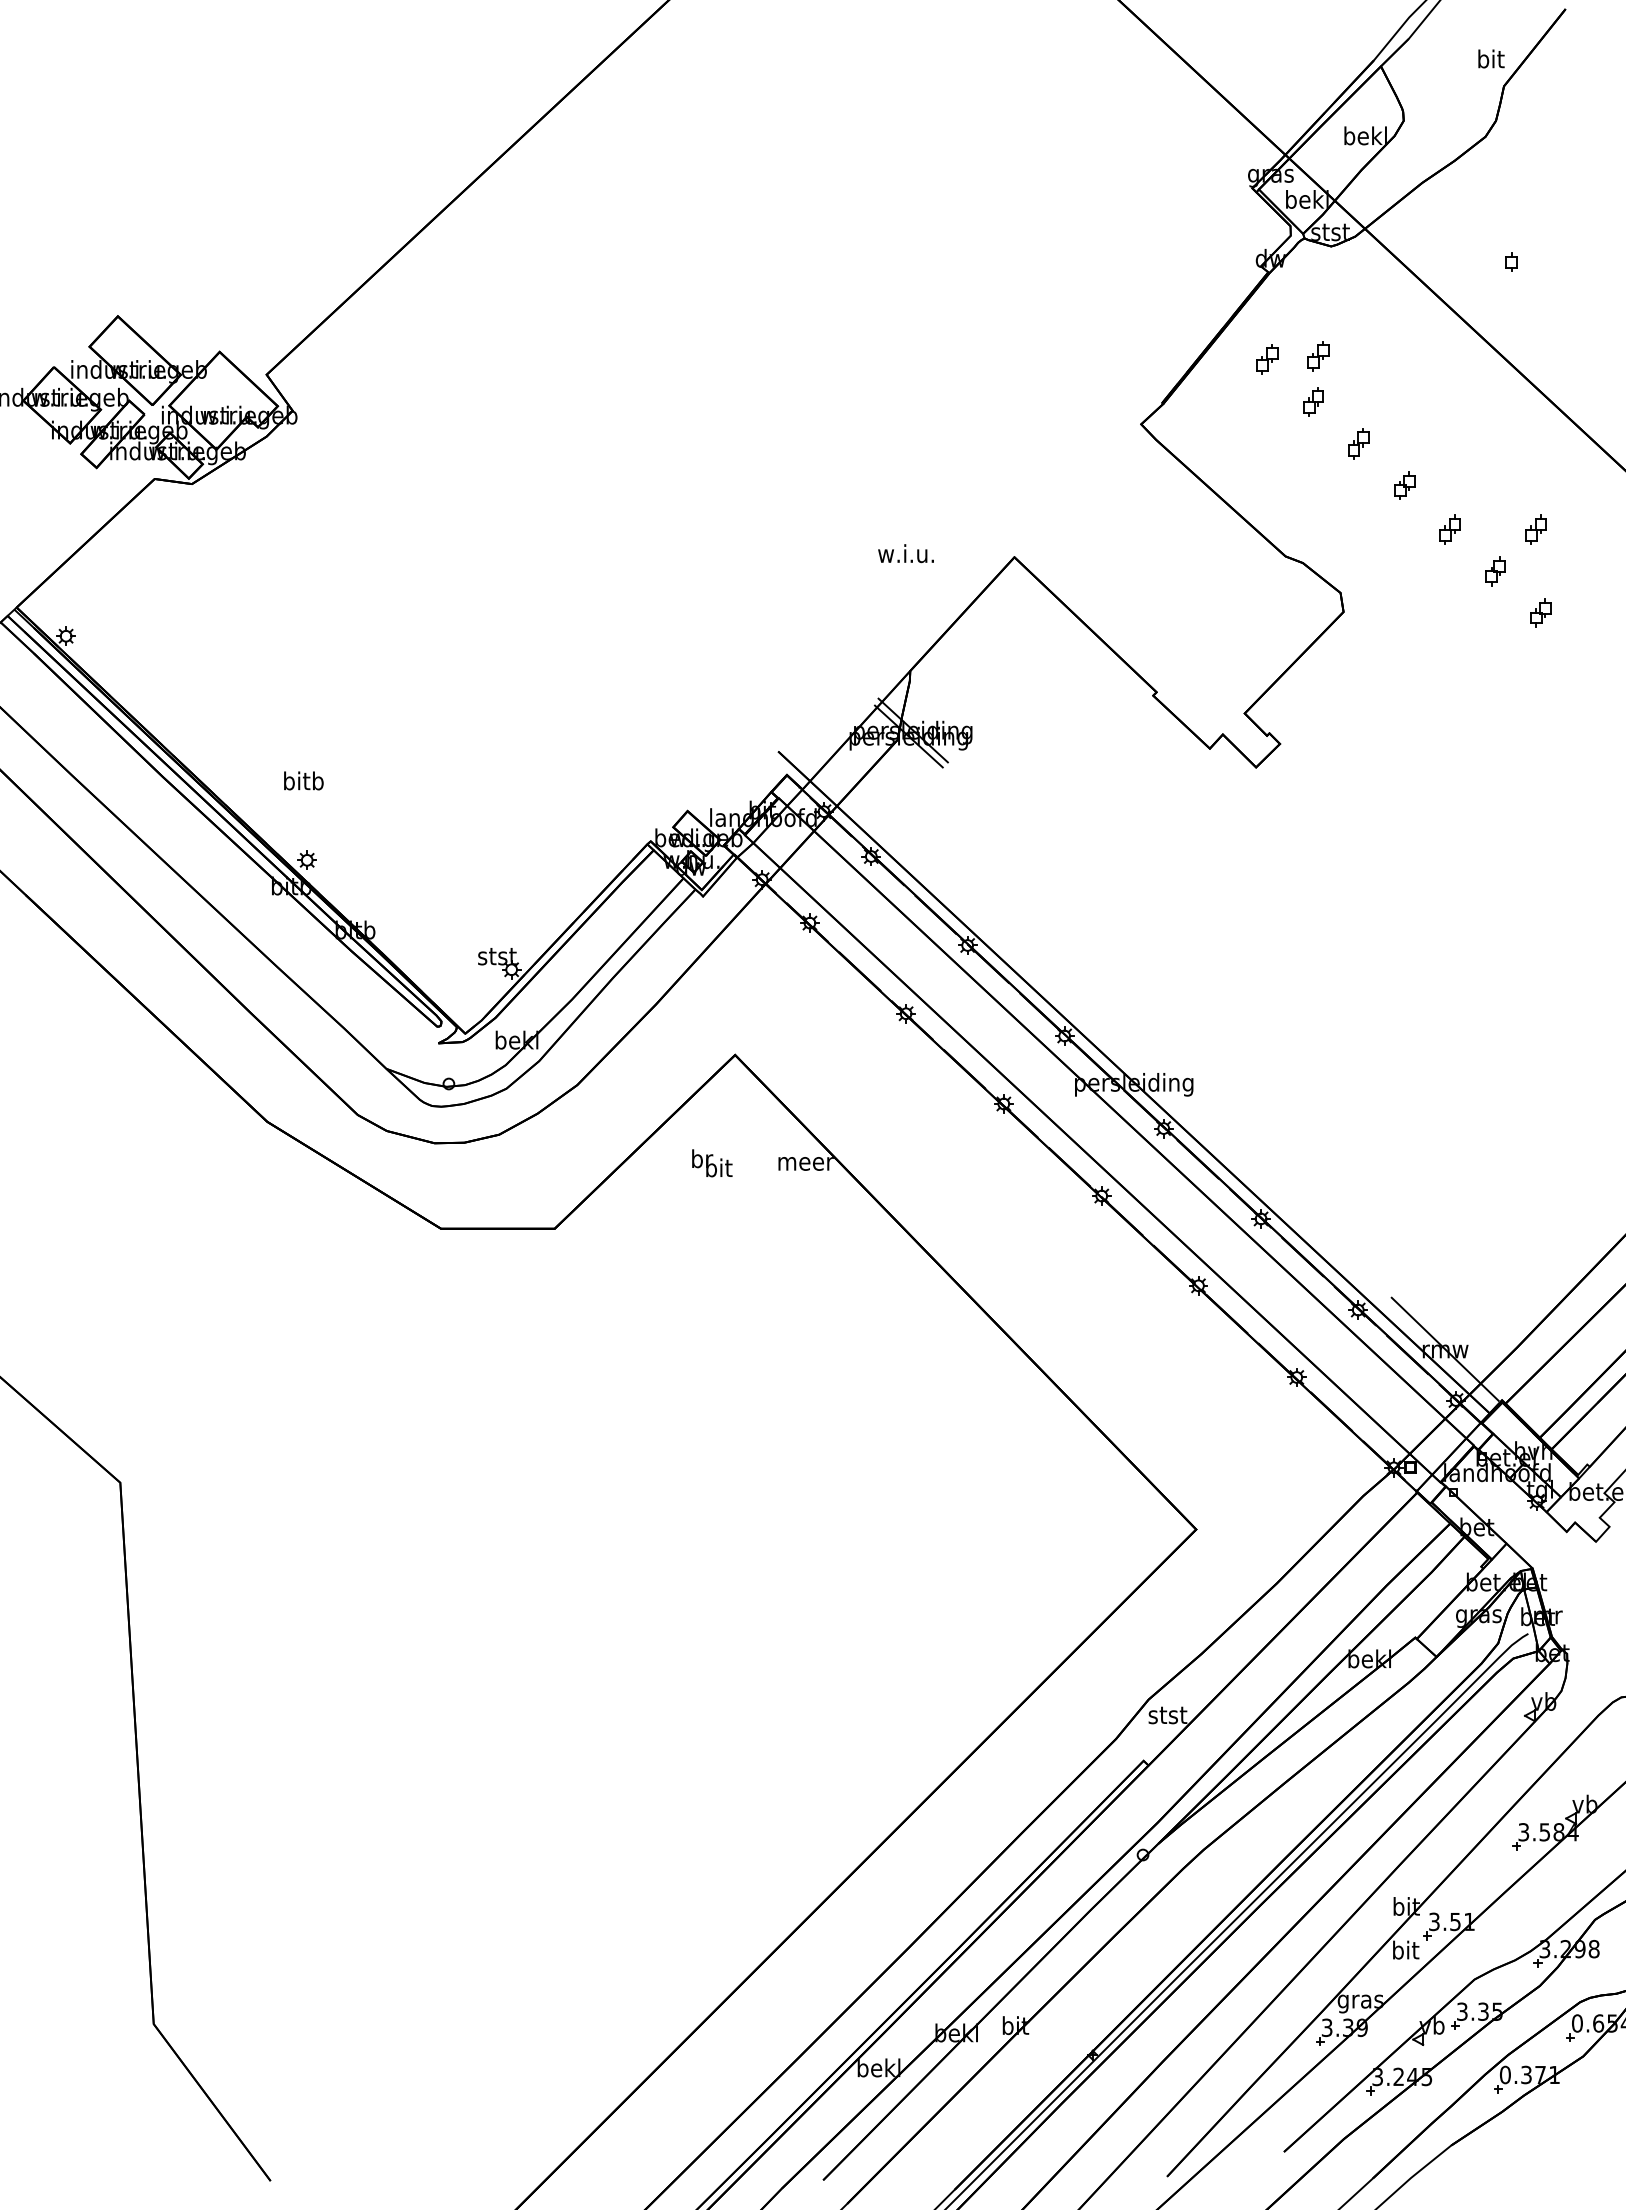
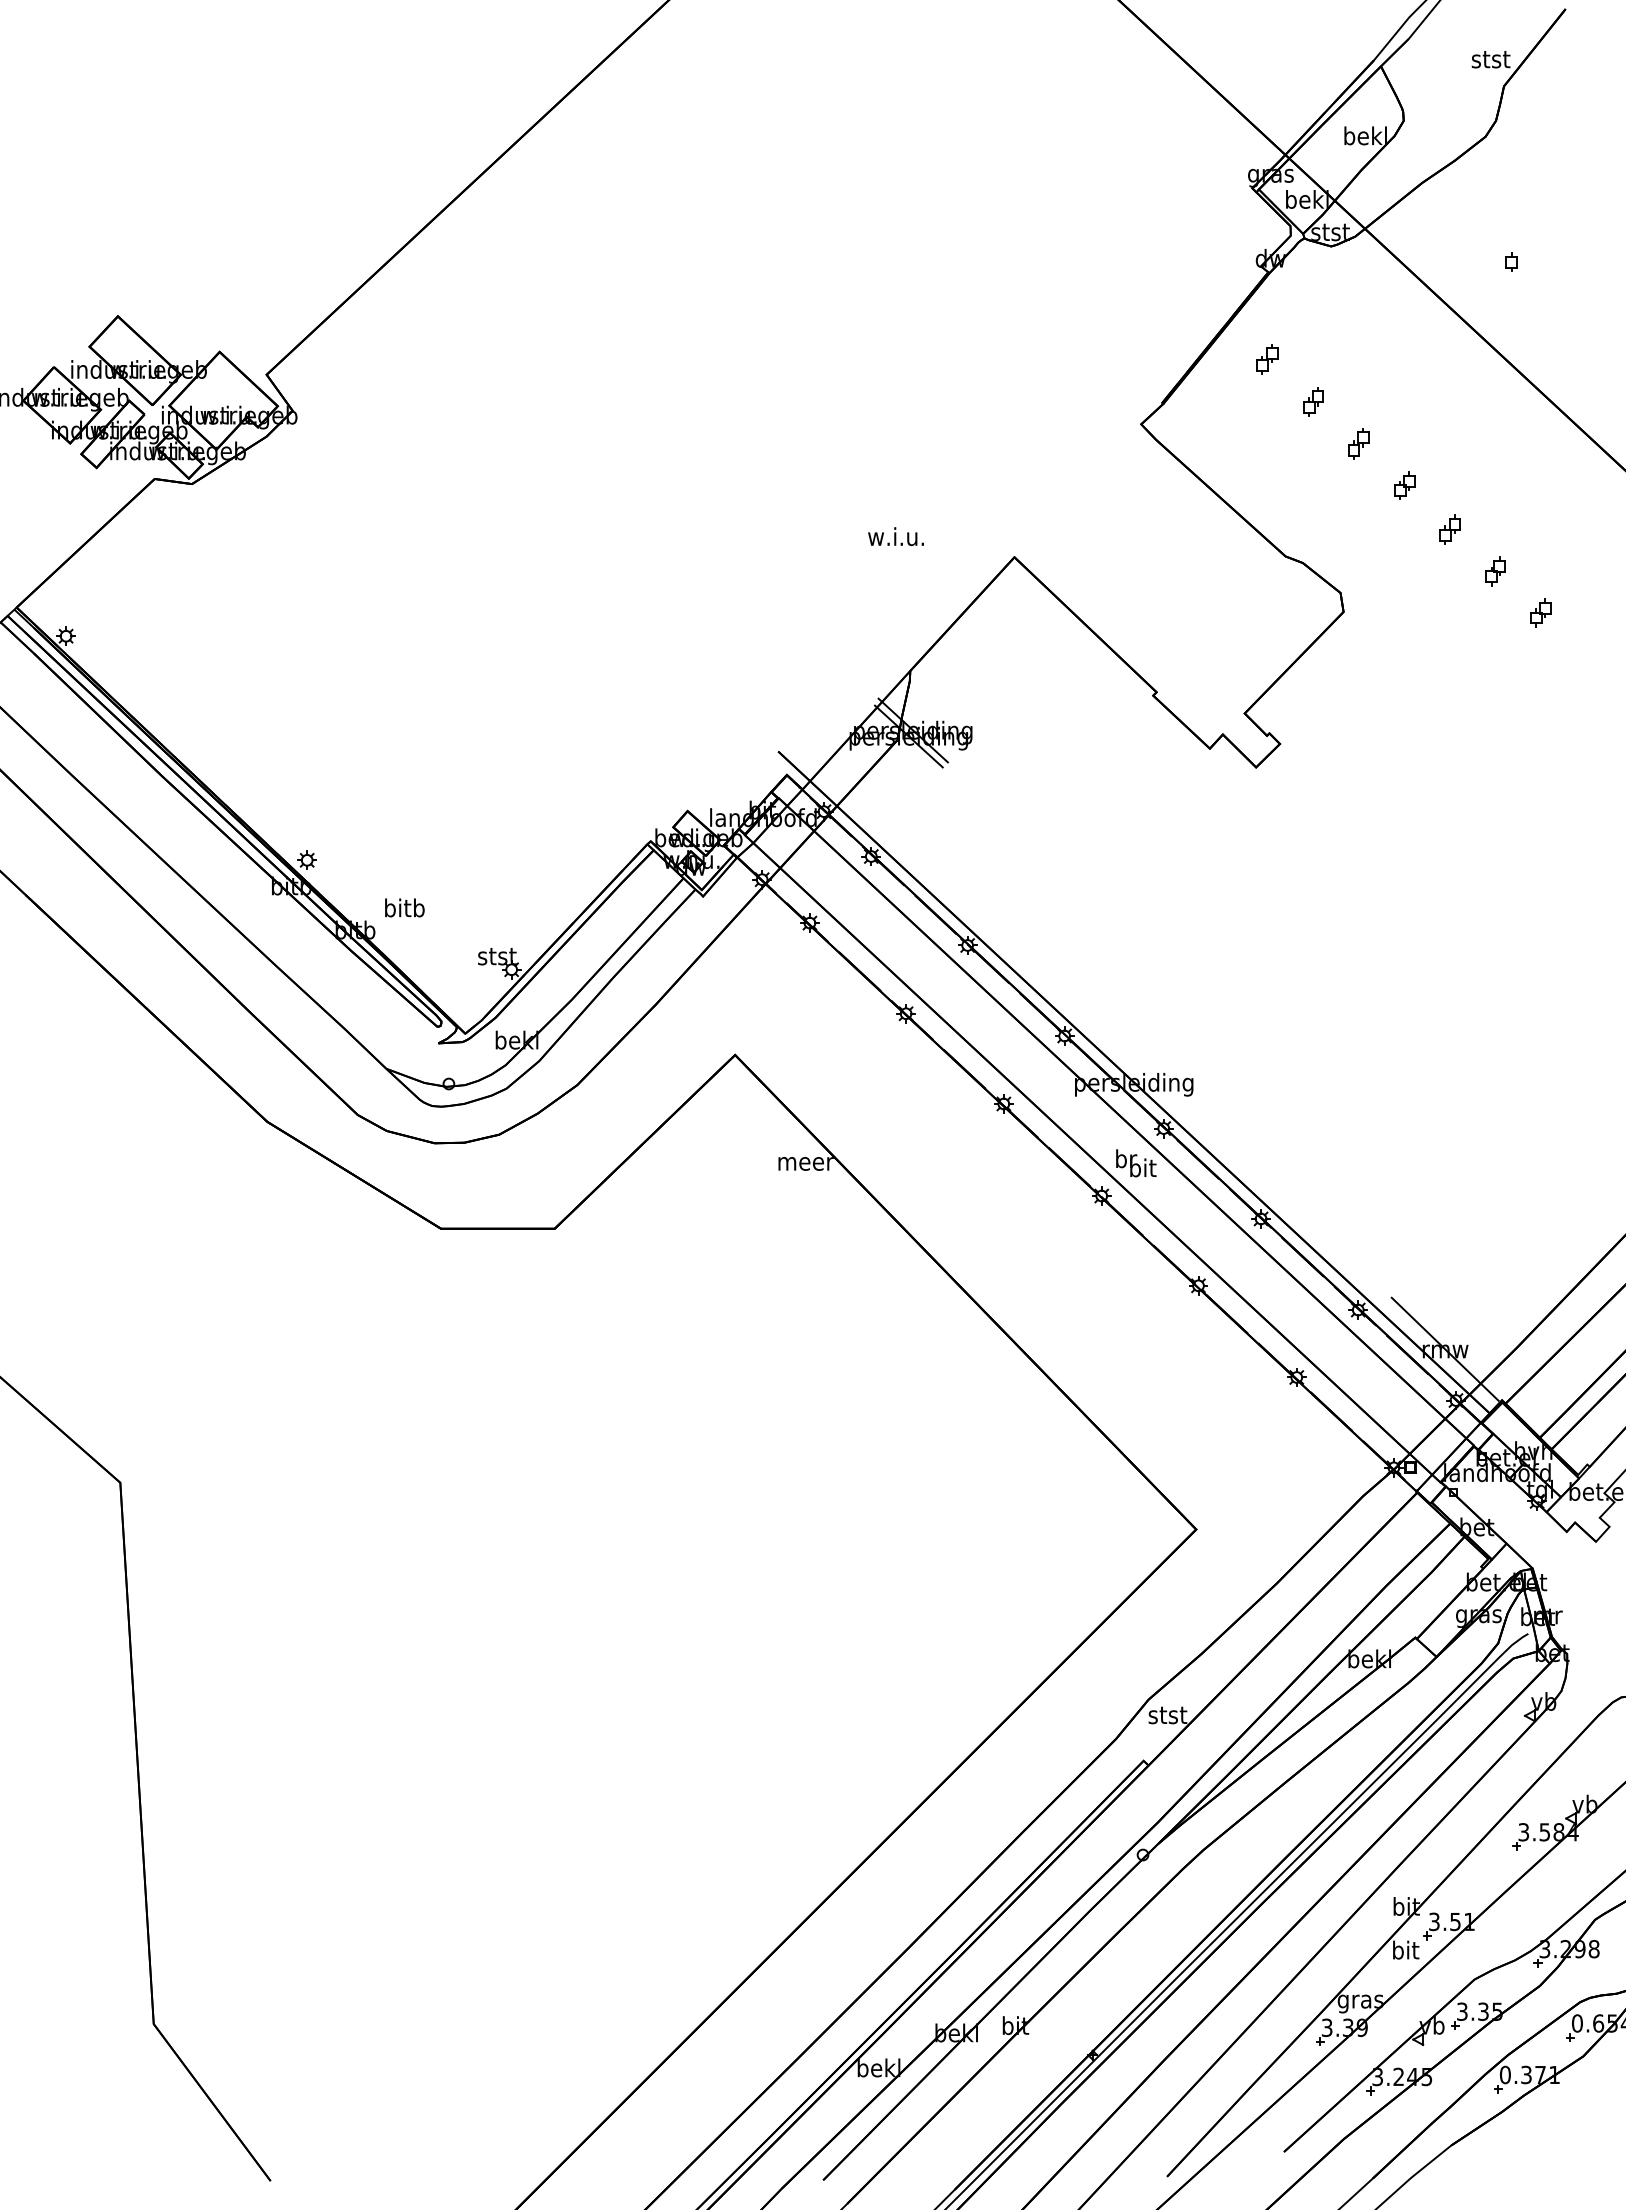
text at (1490, 58): bit -> stst
part at (1318, 356): present -> none
part at (1535, 529): present -> none
text at (905, 553) position: (905, 553) -> (895, 536)
text at (303, 780) position: (303, 780) -> (404, 907)
text at (712, 1163) position: (712, 1163) -> (1136, 1163)
